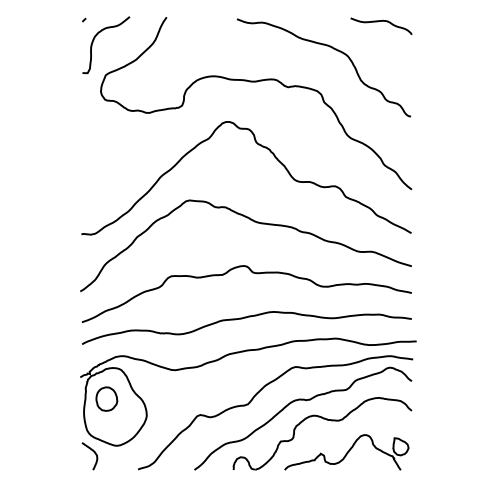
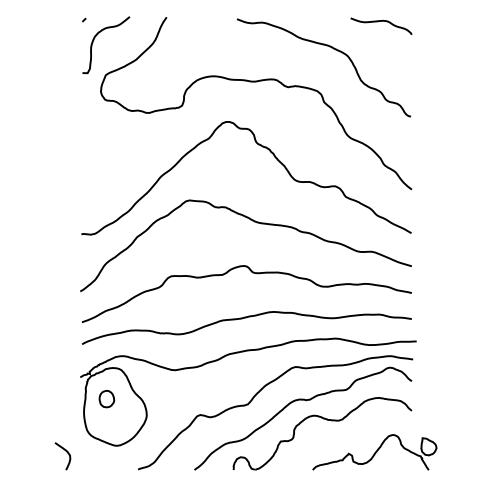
part at (106, 398) size: 24x26 px -> 18x19 px
curve at (93, 452) position: (93, 452) -> (66, 452)
part at (346, 452) position: (346, 452) -> (374, 452)
